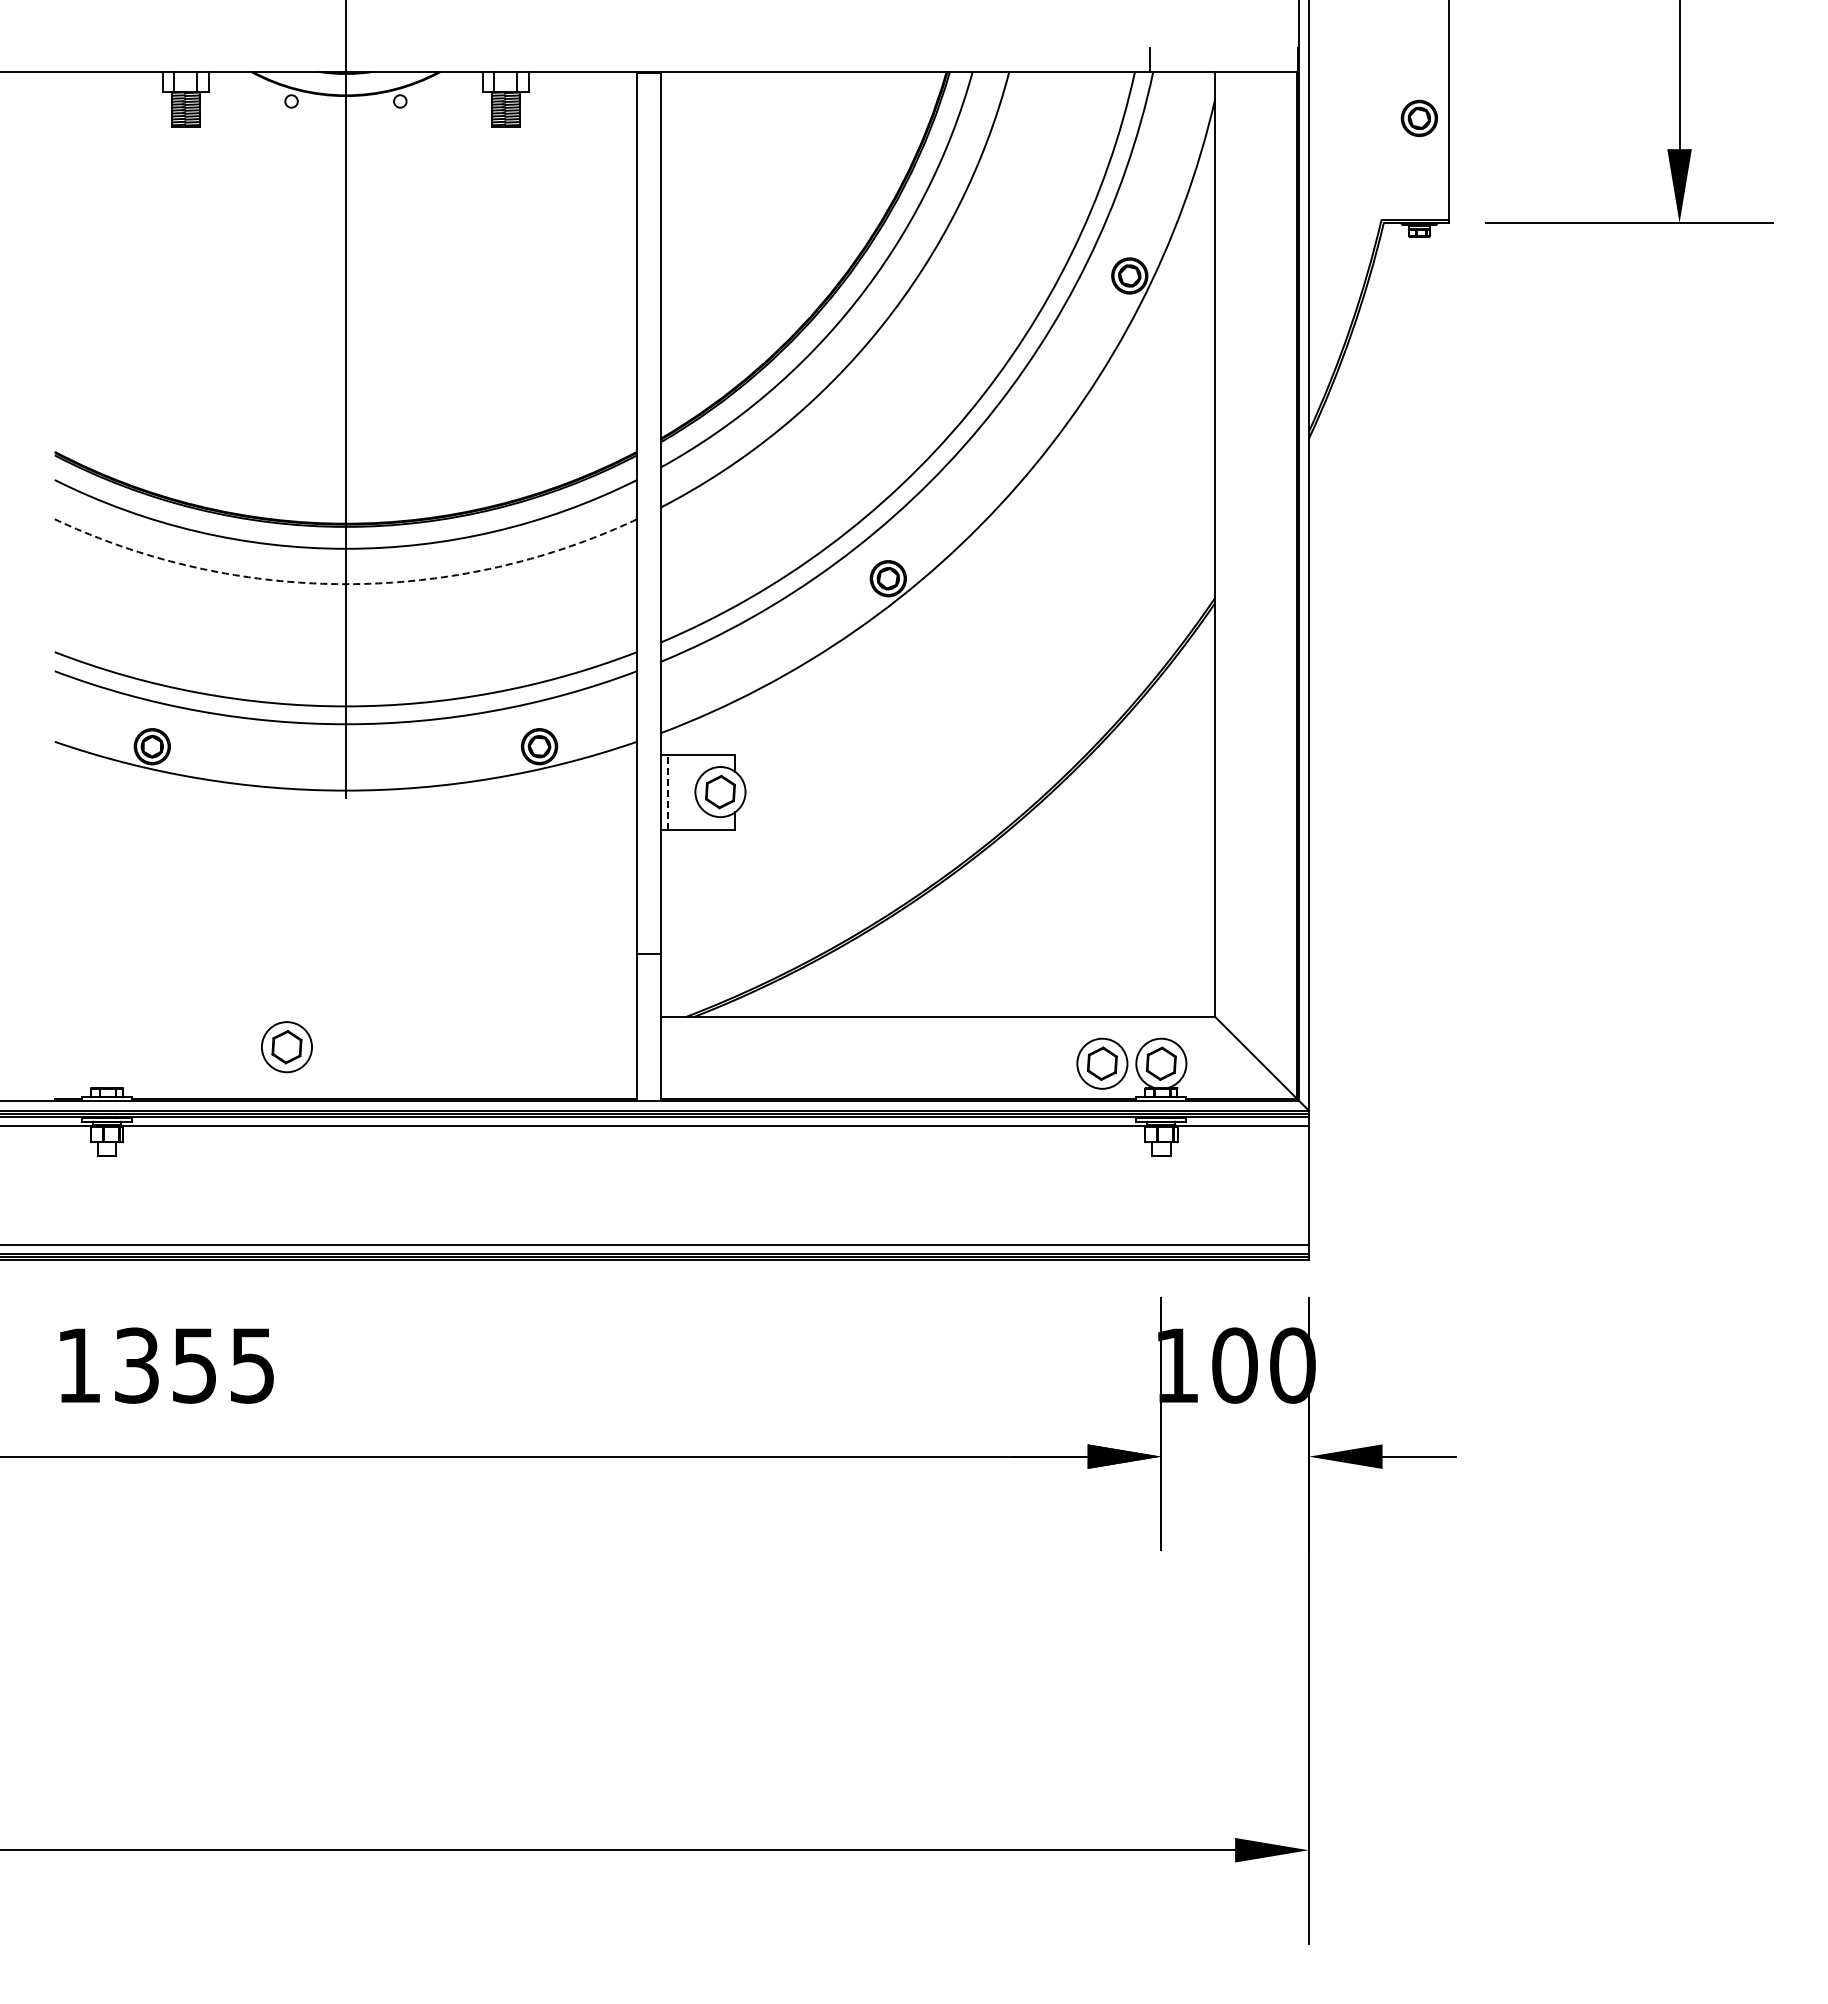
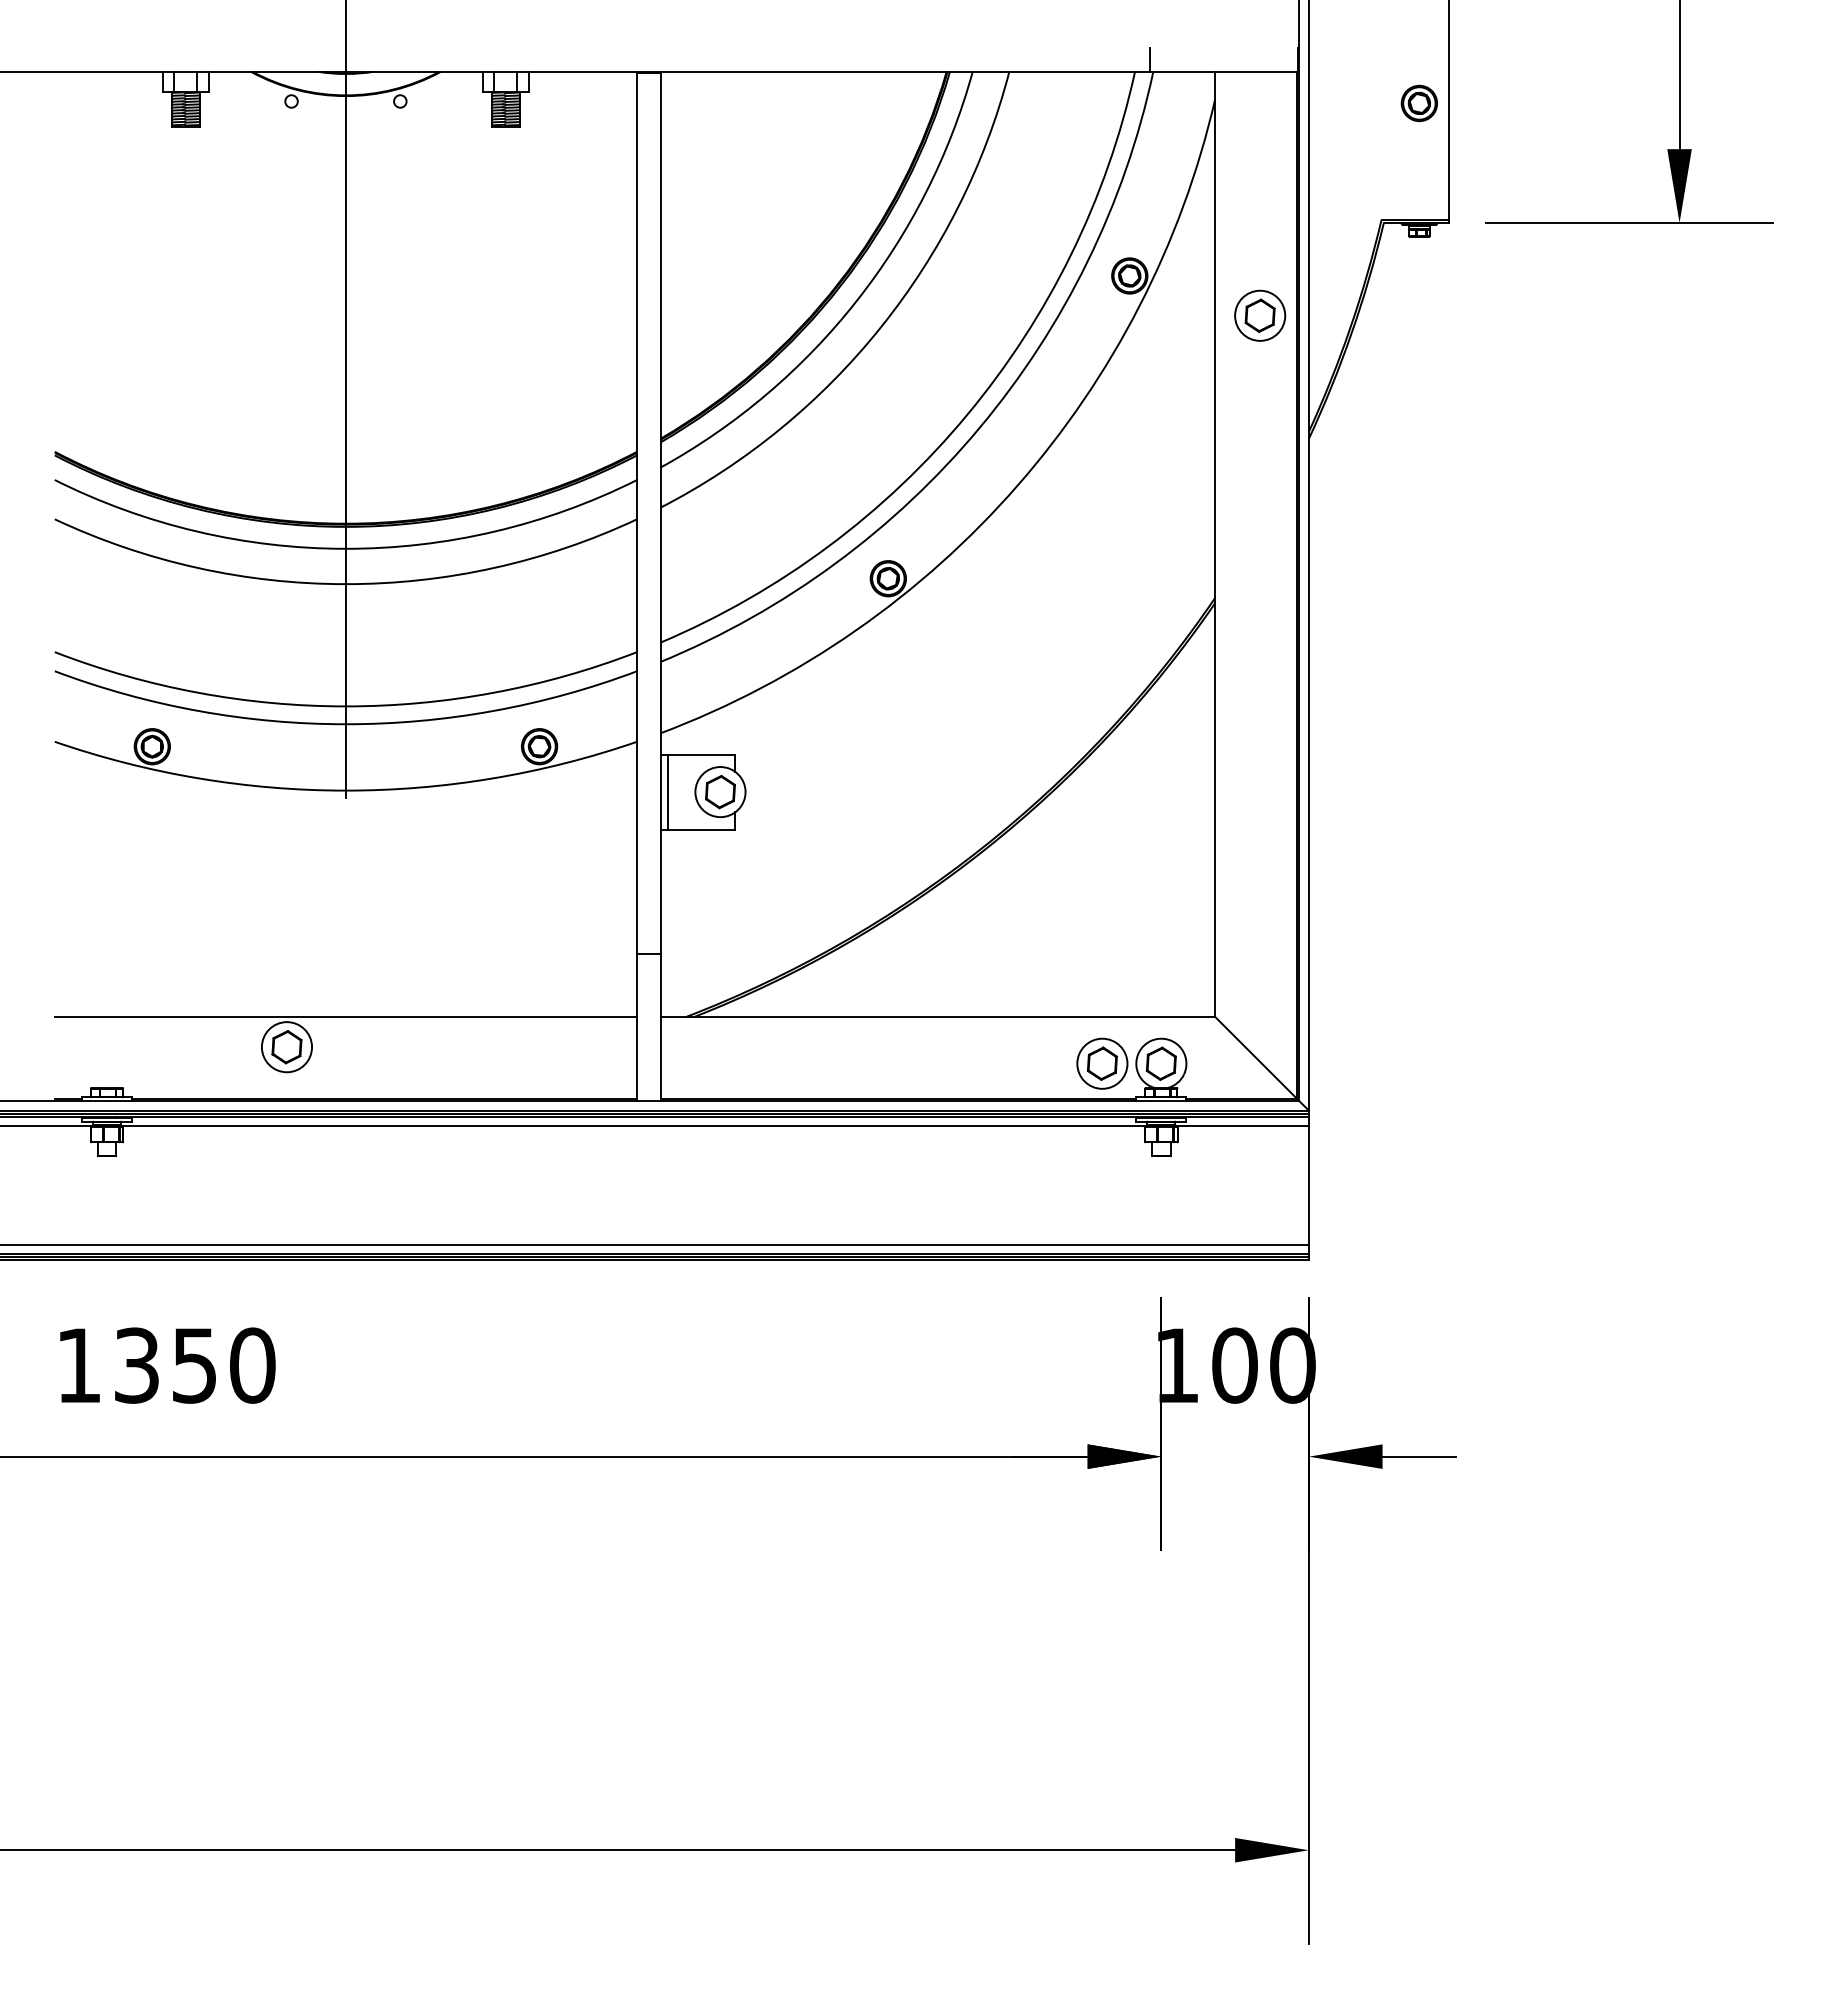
part at (1418, 118) position: (1418, 118) -> (1418, 103)
part at (1260, 315): none -> present
arc at (345, 584): dashed -> solid
line at (667, 791): dashed -> solid
line at (345, 1016): none -> present
text at (252, 1365): 1355 -> 1350
